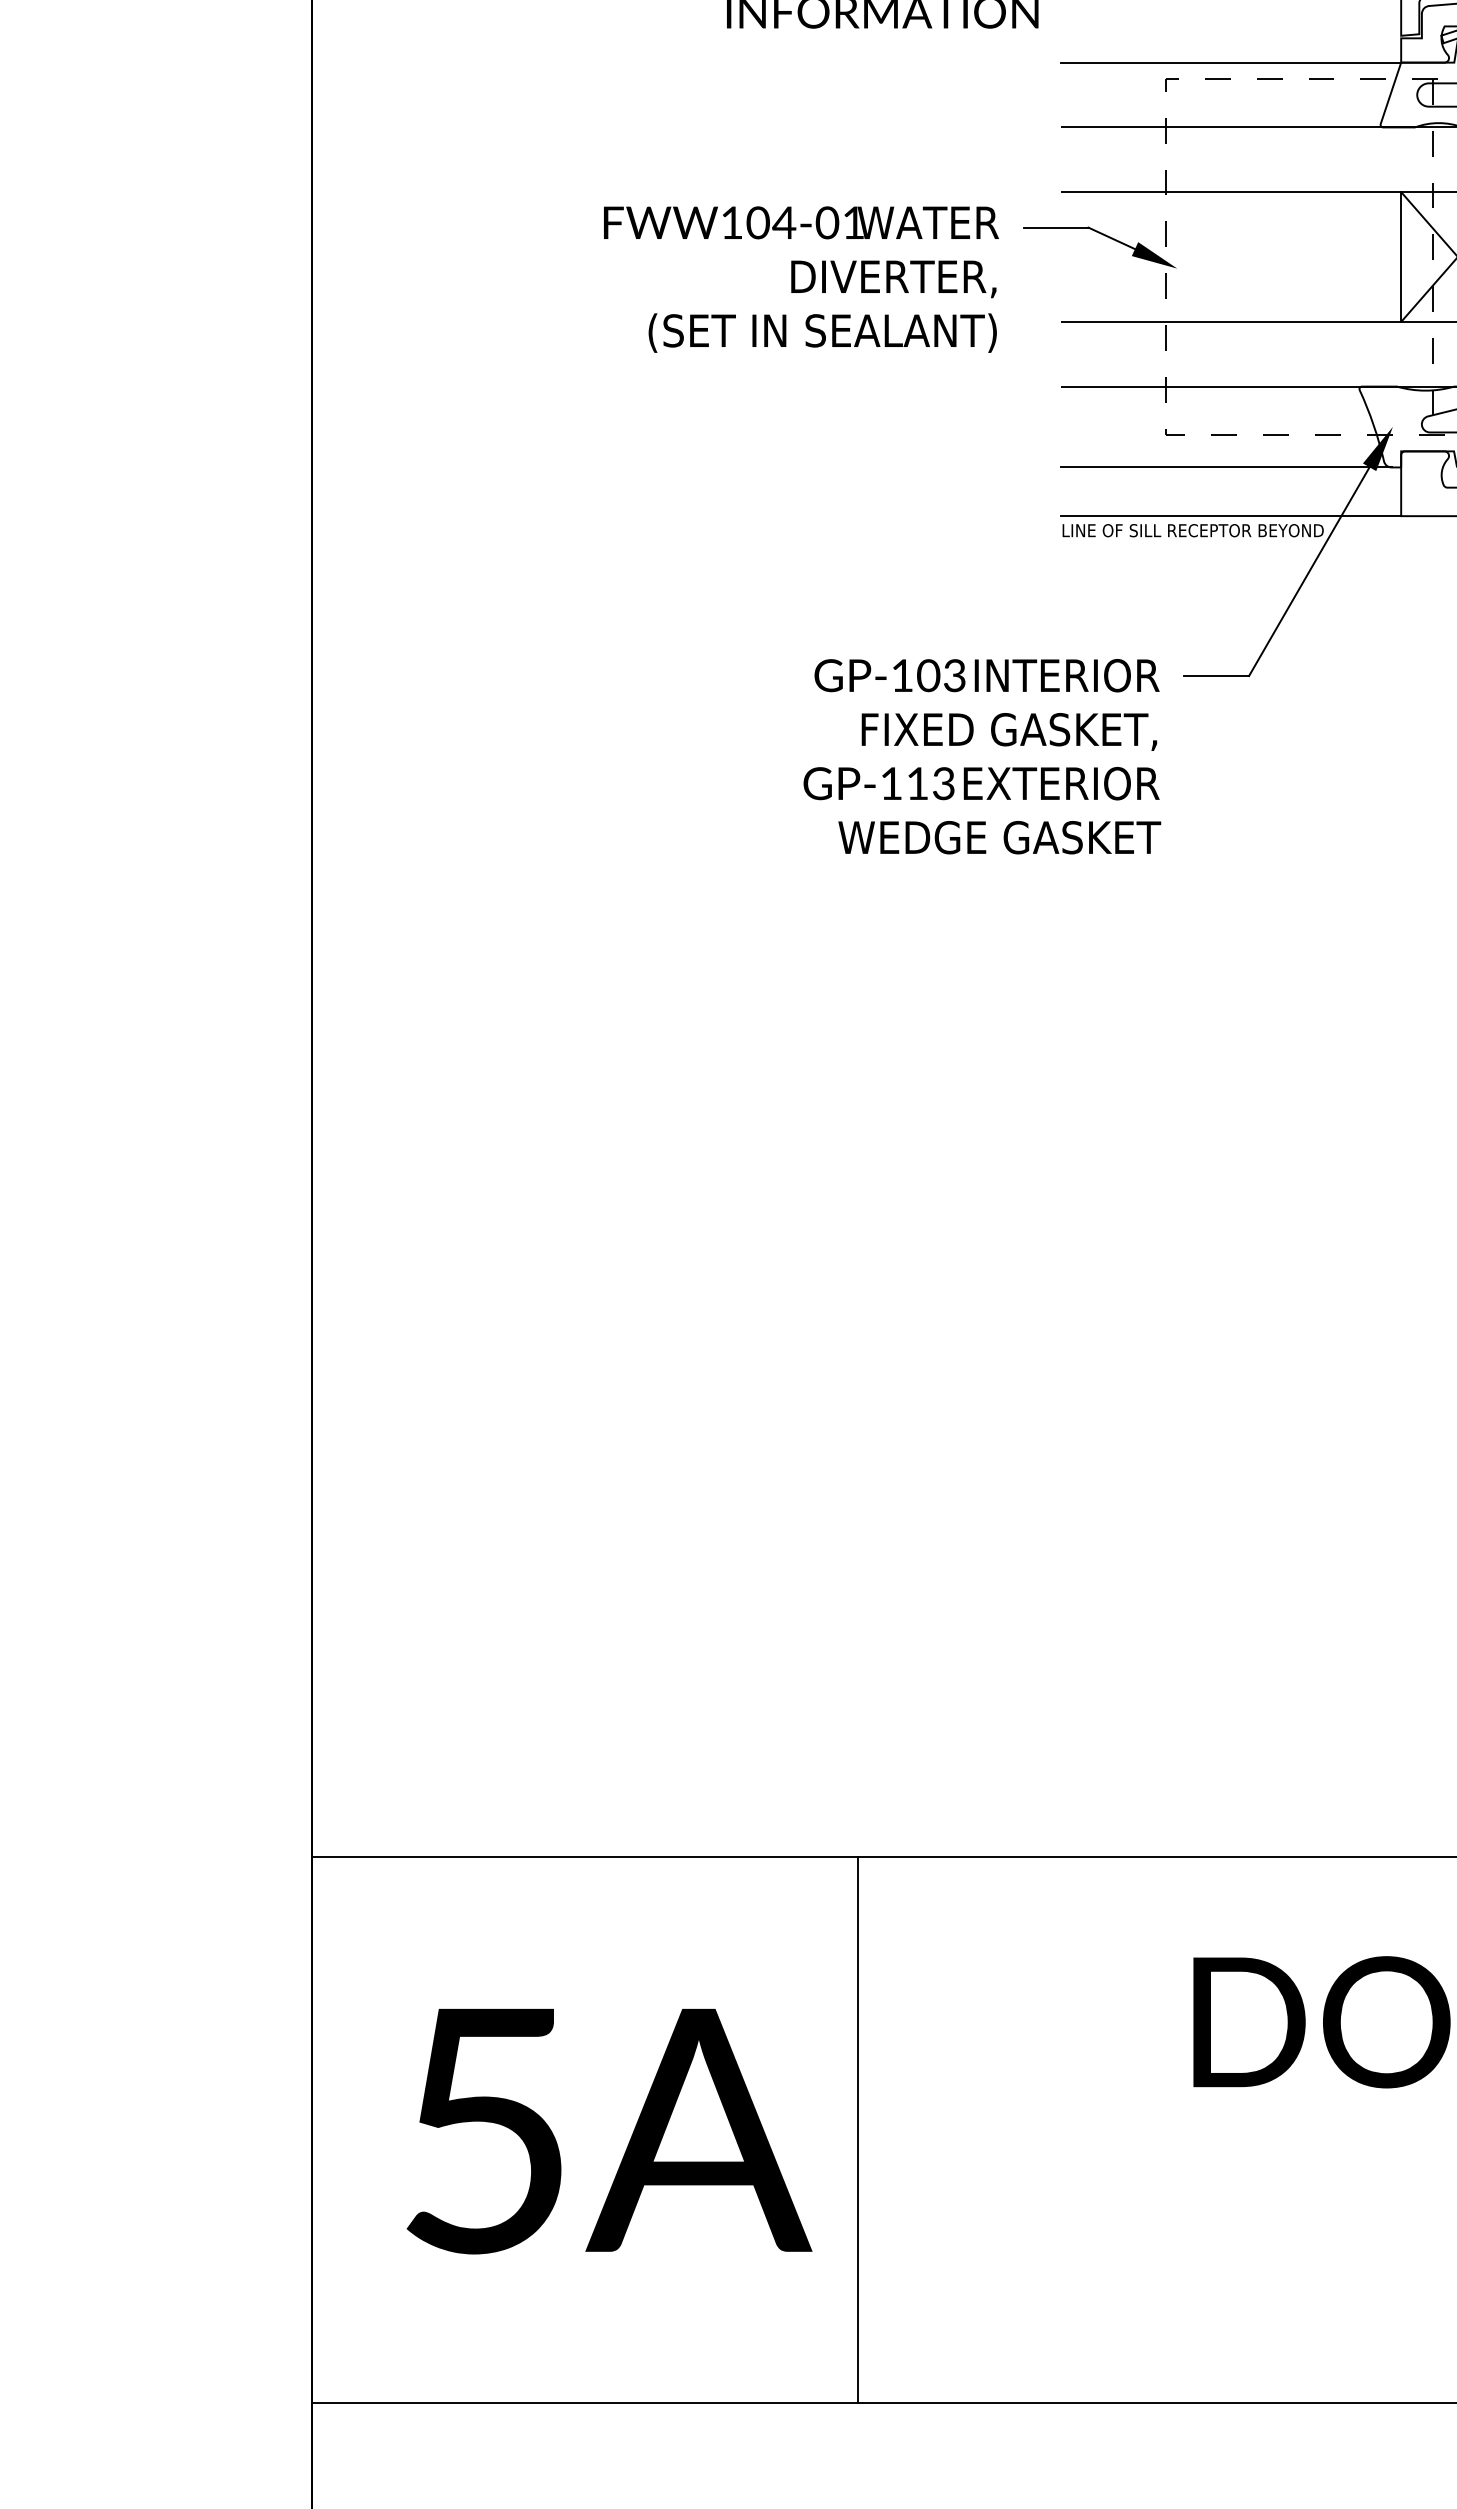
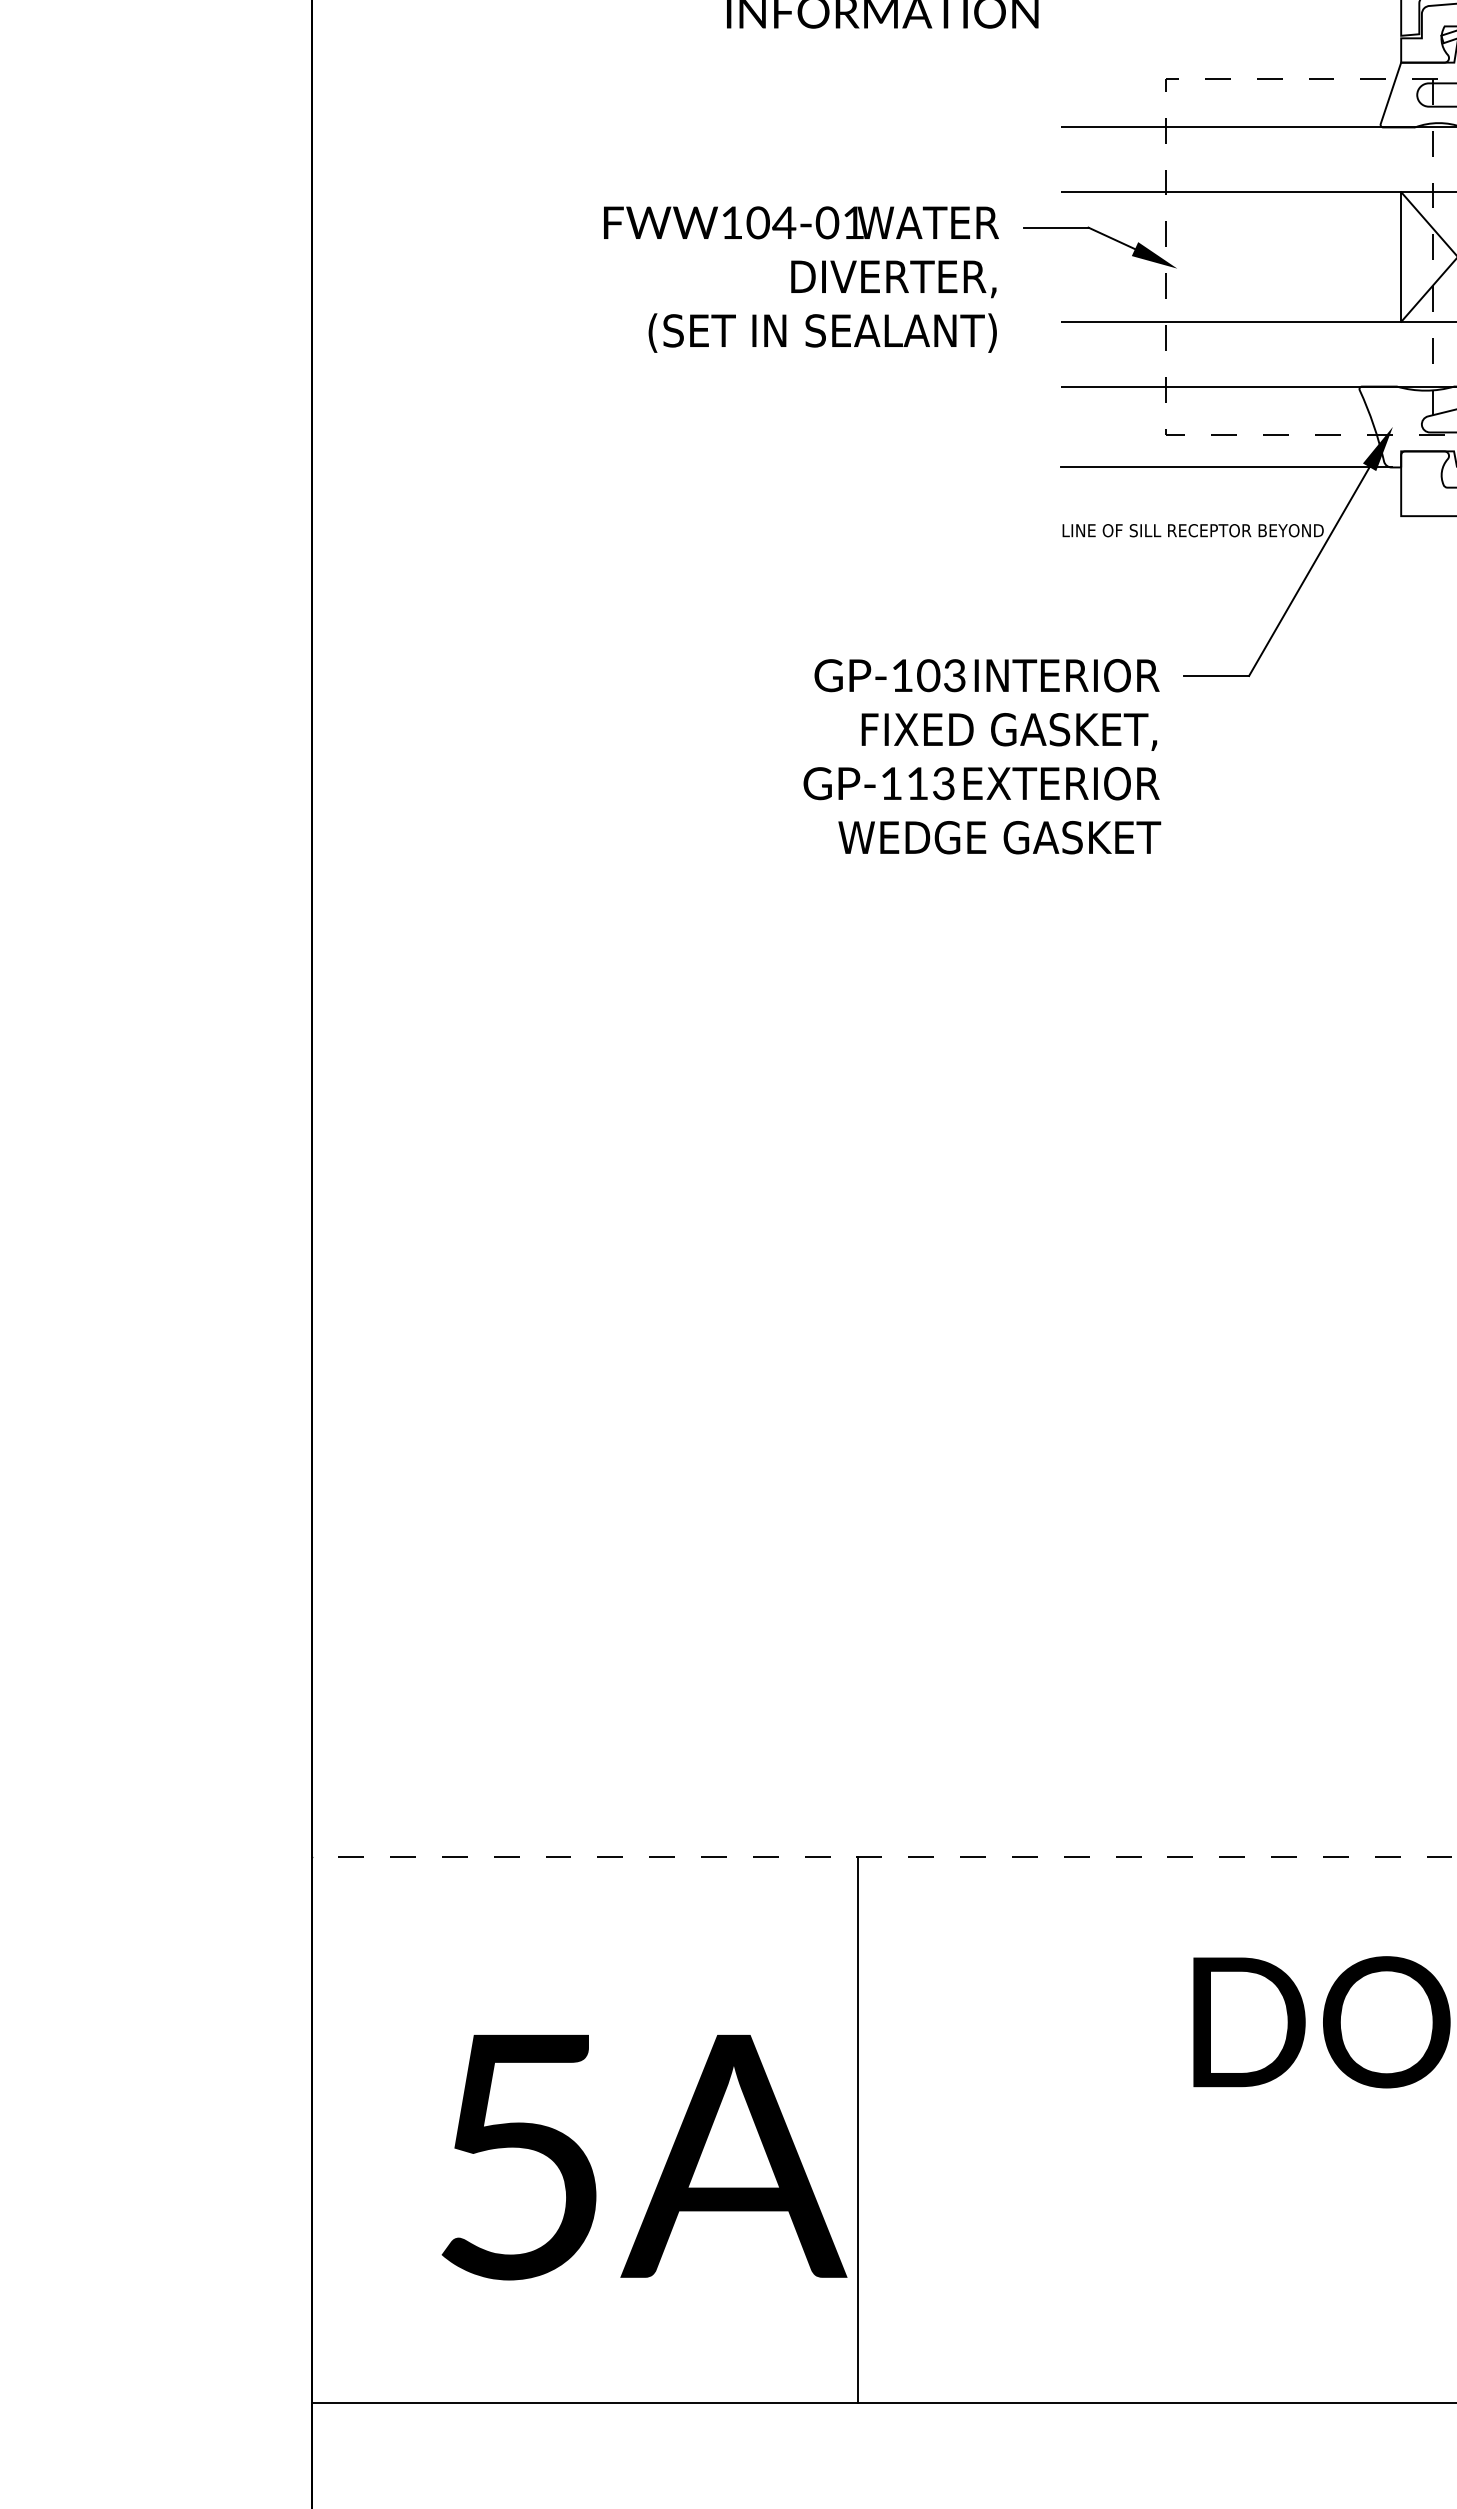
line at (1231, 62): present -> none
line at (1231, 516): present -> none
line at (884, 1857): solid -> dashed
text at (609, 2131) position: (609, 2131) -> (644, 2157)
